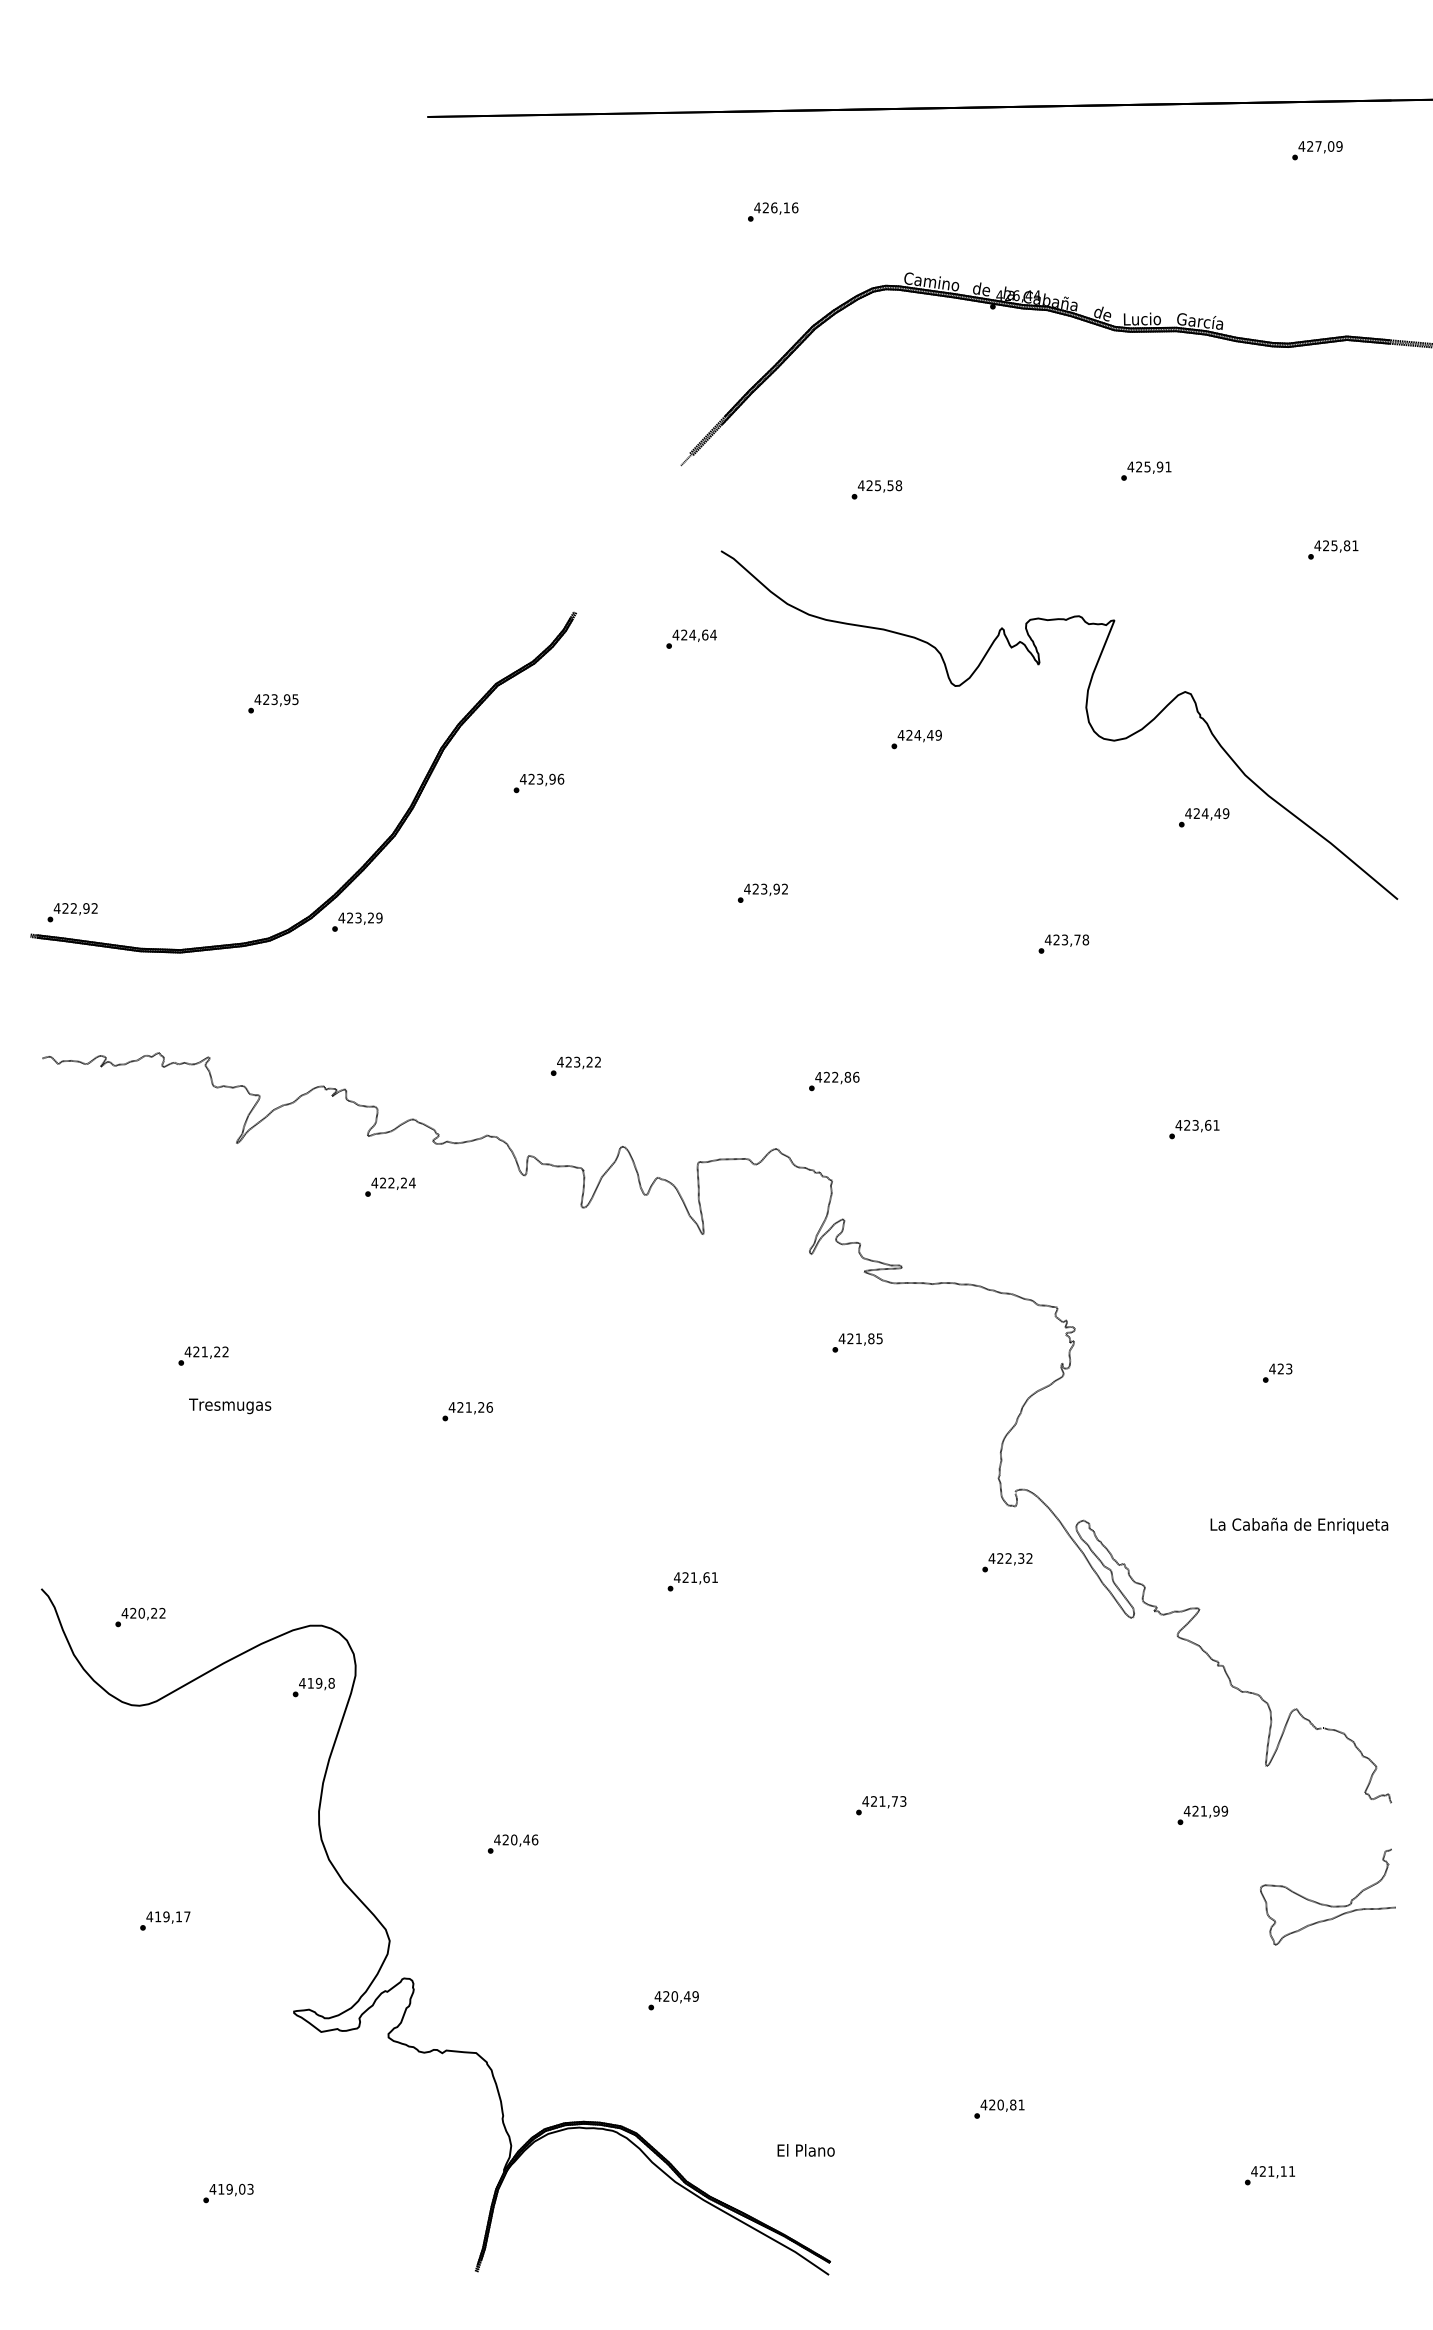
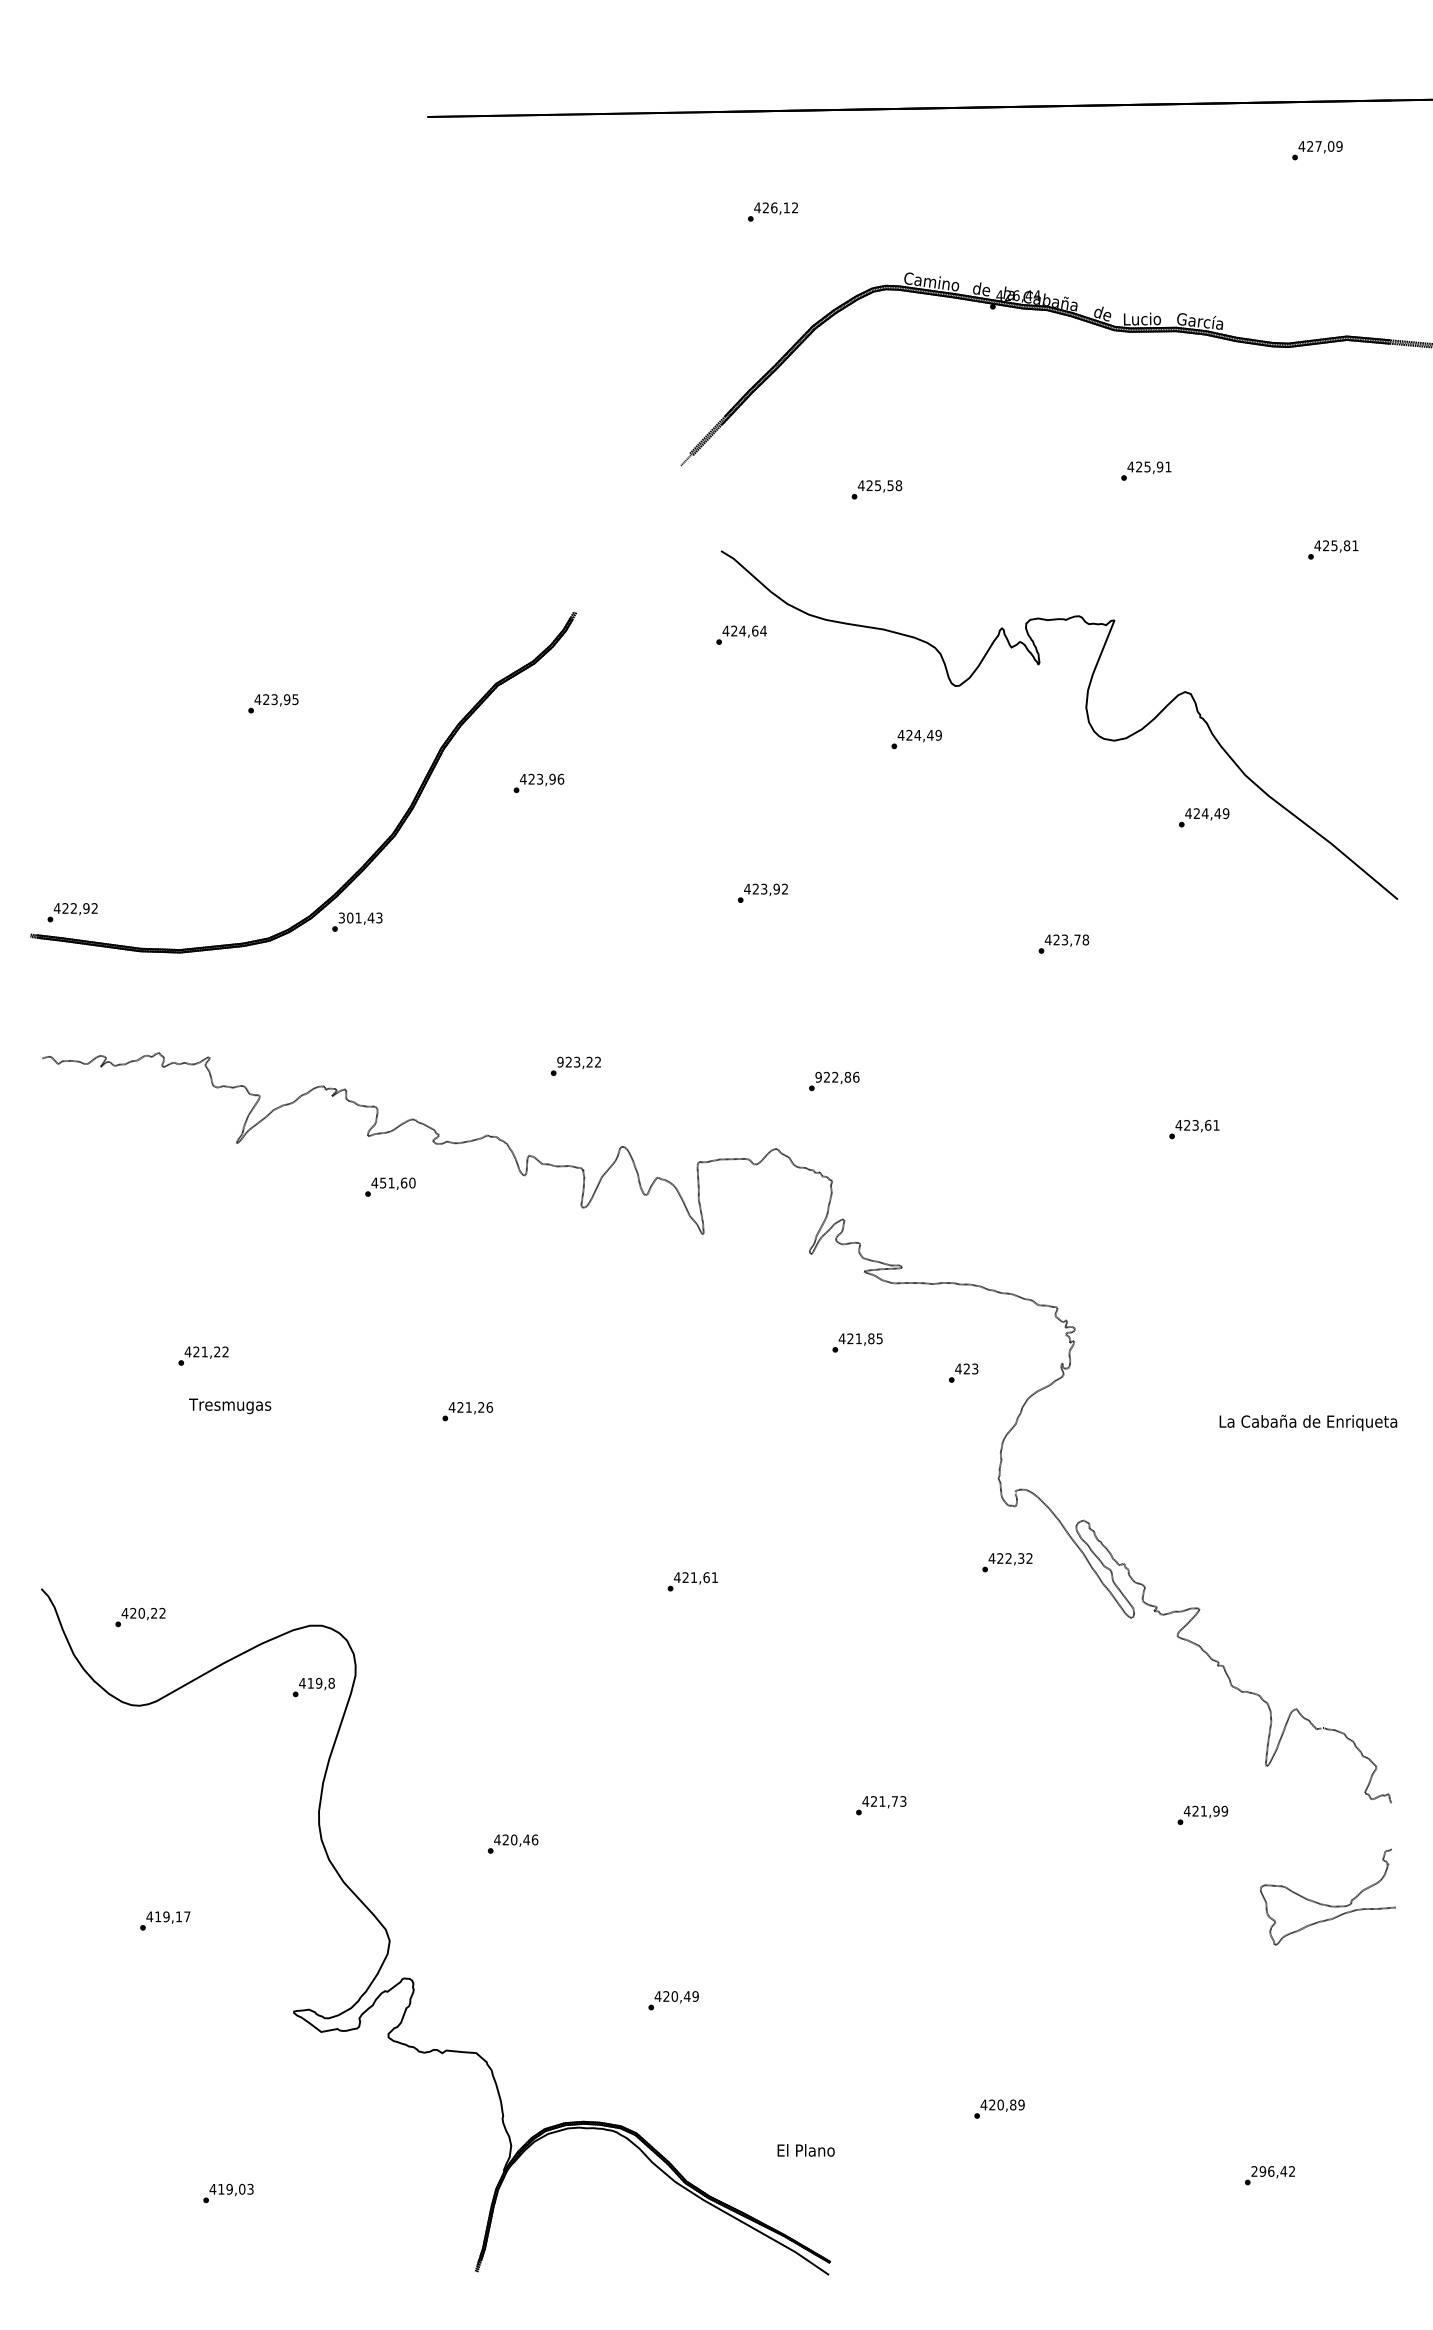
text at (795, 207): 426,16 -> 426,12
text at (691, 638) position: (691, 638) -> (741, 634)
text at (360, 917): 423,29 -> 301,43
text at (560, 1061): 423,22 -> 923,22
text at (818, 1076): 422,86 -> 922,86
text at (397, 1182): 422,24 -> 451,60
text at (1277, 1372) position: (1277, 1372) -> (963, 1372)
text at (1299, 1525) position: (1299, 1525) -> (1308, 1422)
text at (1021, 2104): 420,81 -> 420,89
text at (1272, 2171): 421,11 -> 296,42
